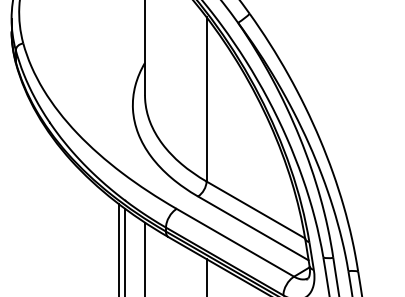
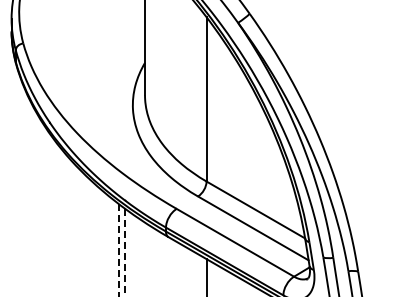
line at (118, 250): solid -> dashed
line at (124, 252): solid -> dashed
line at (145, 257): present -> none
